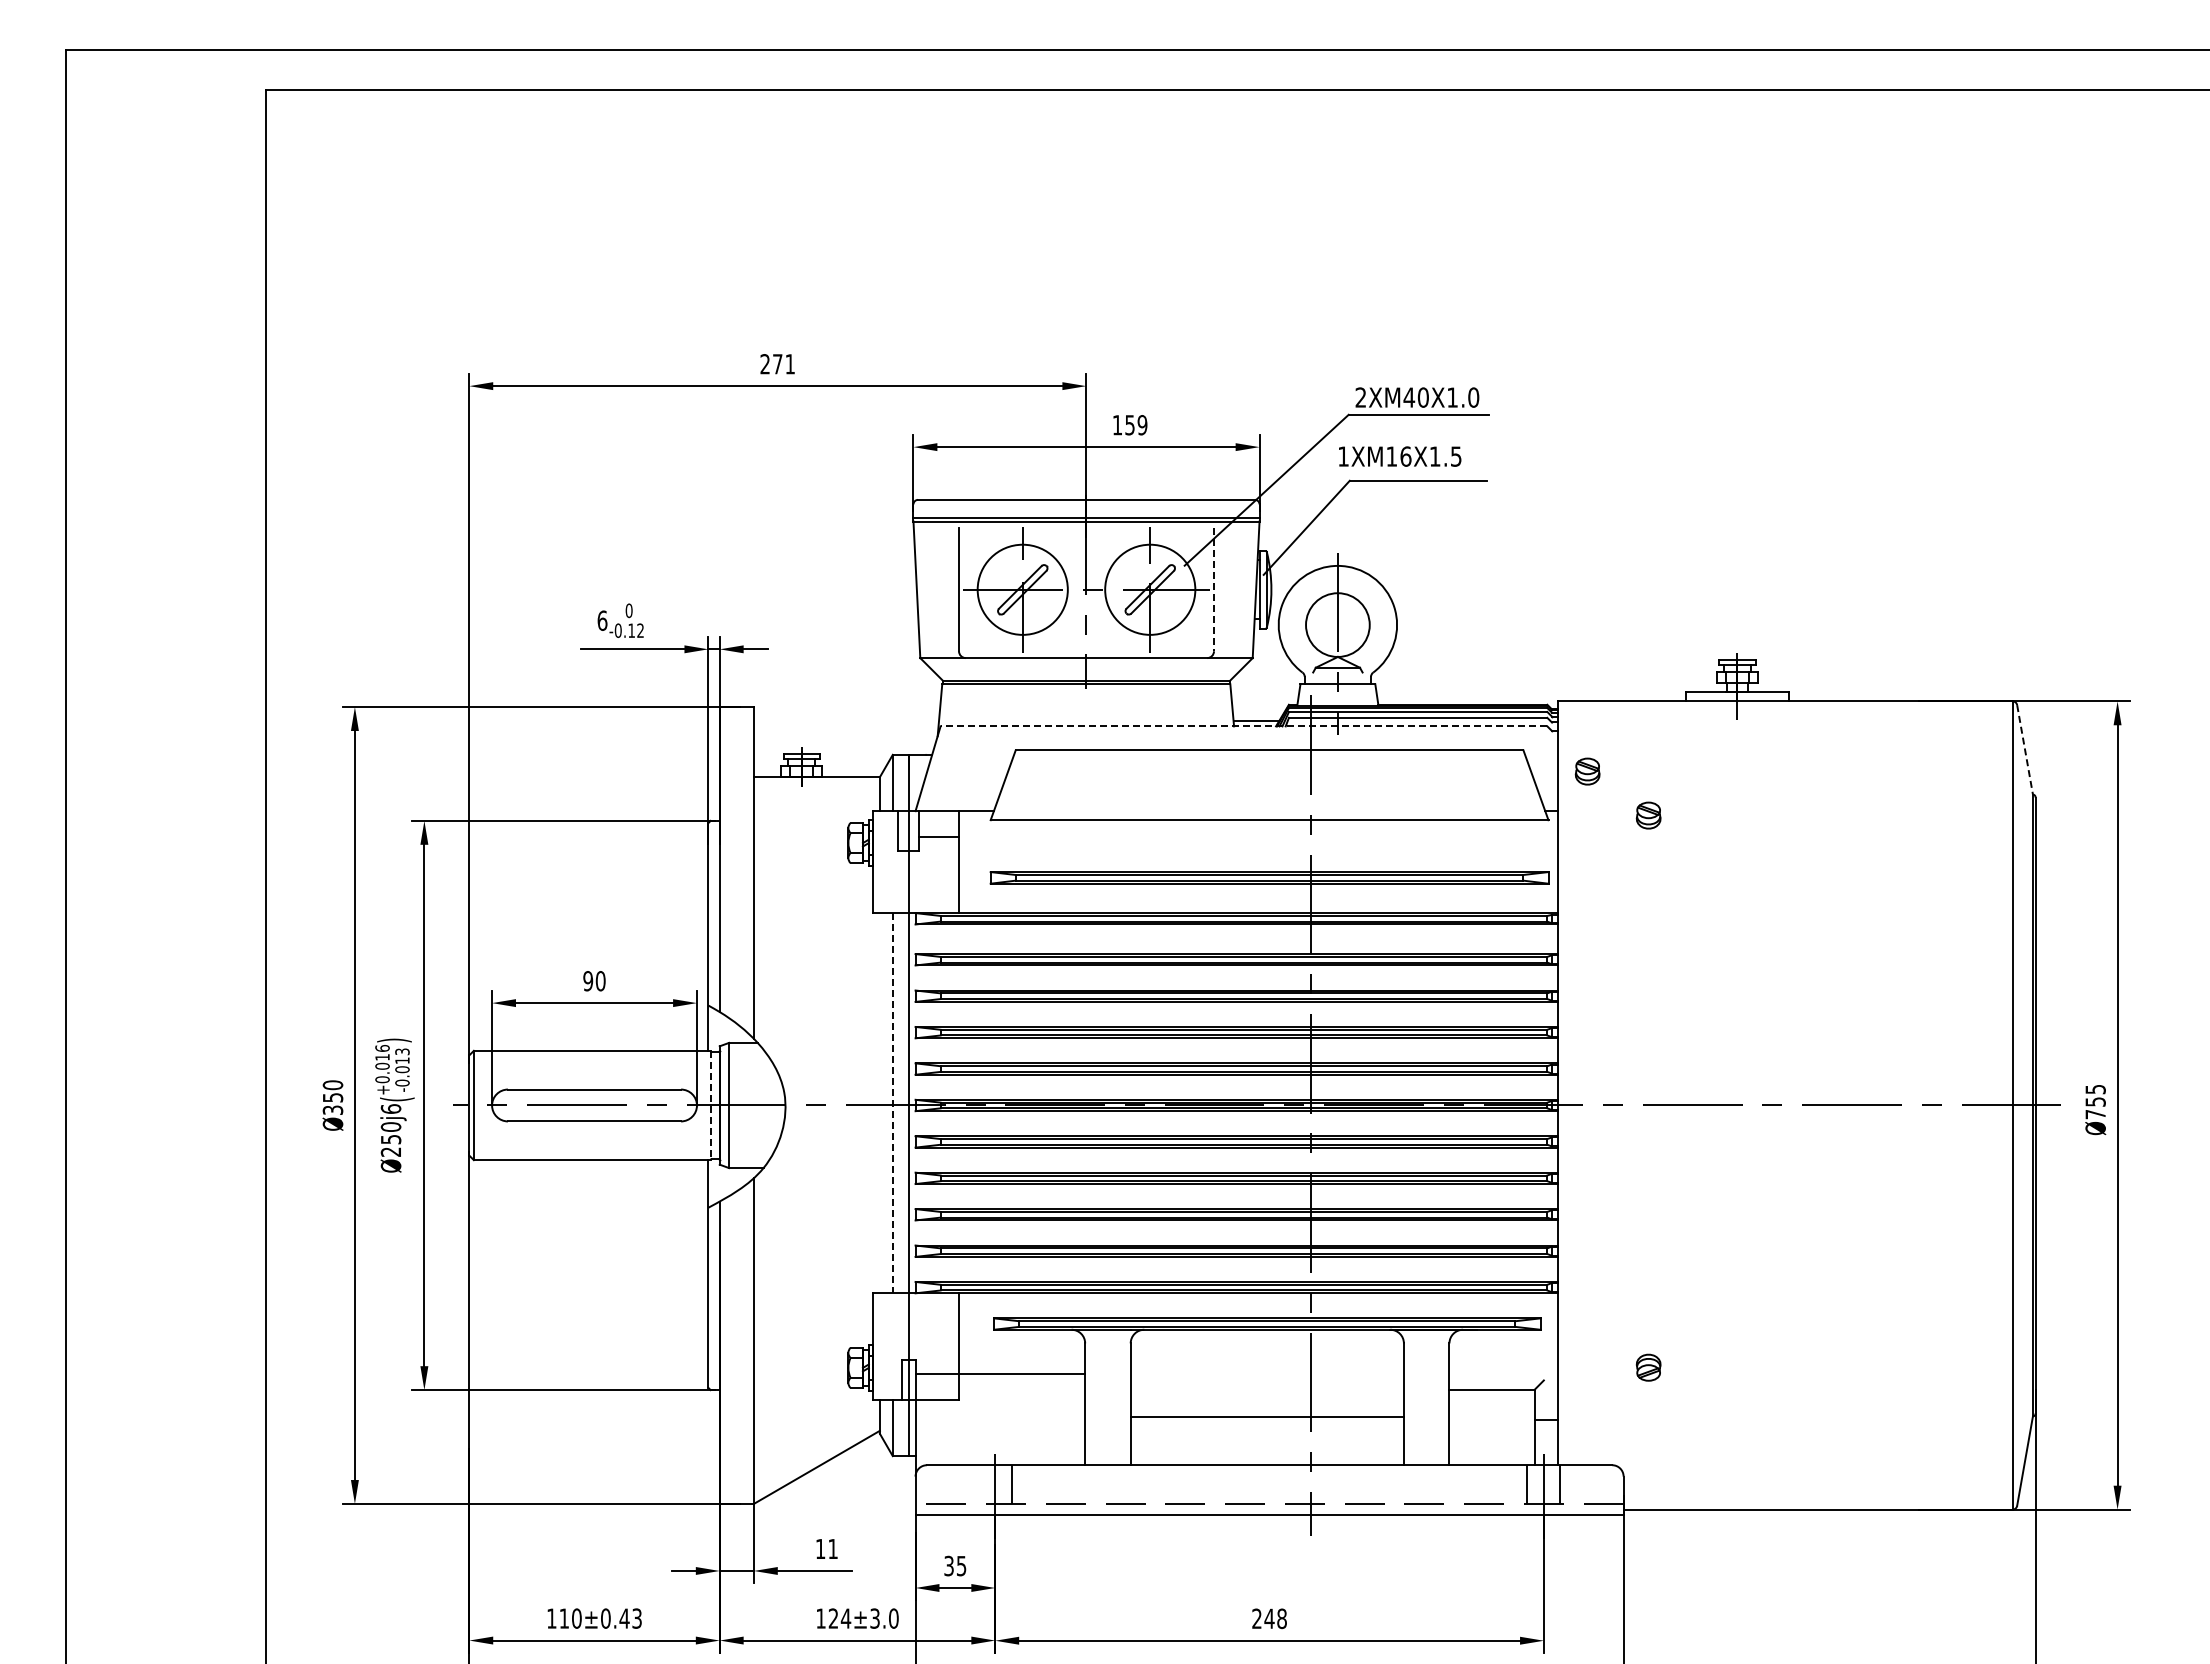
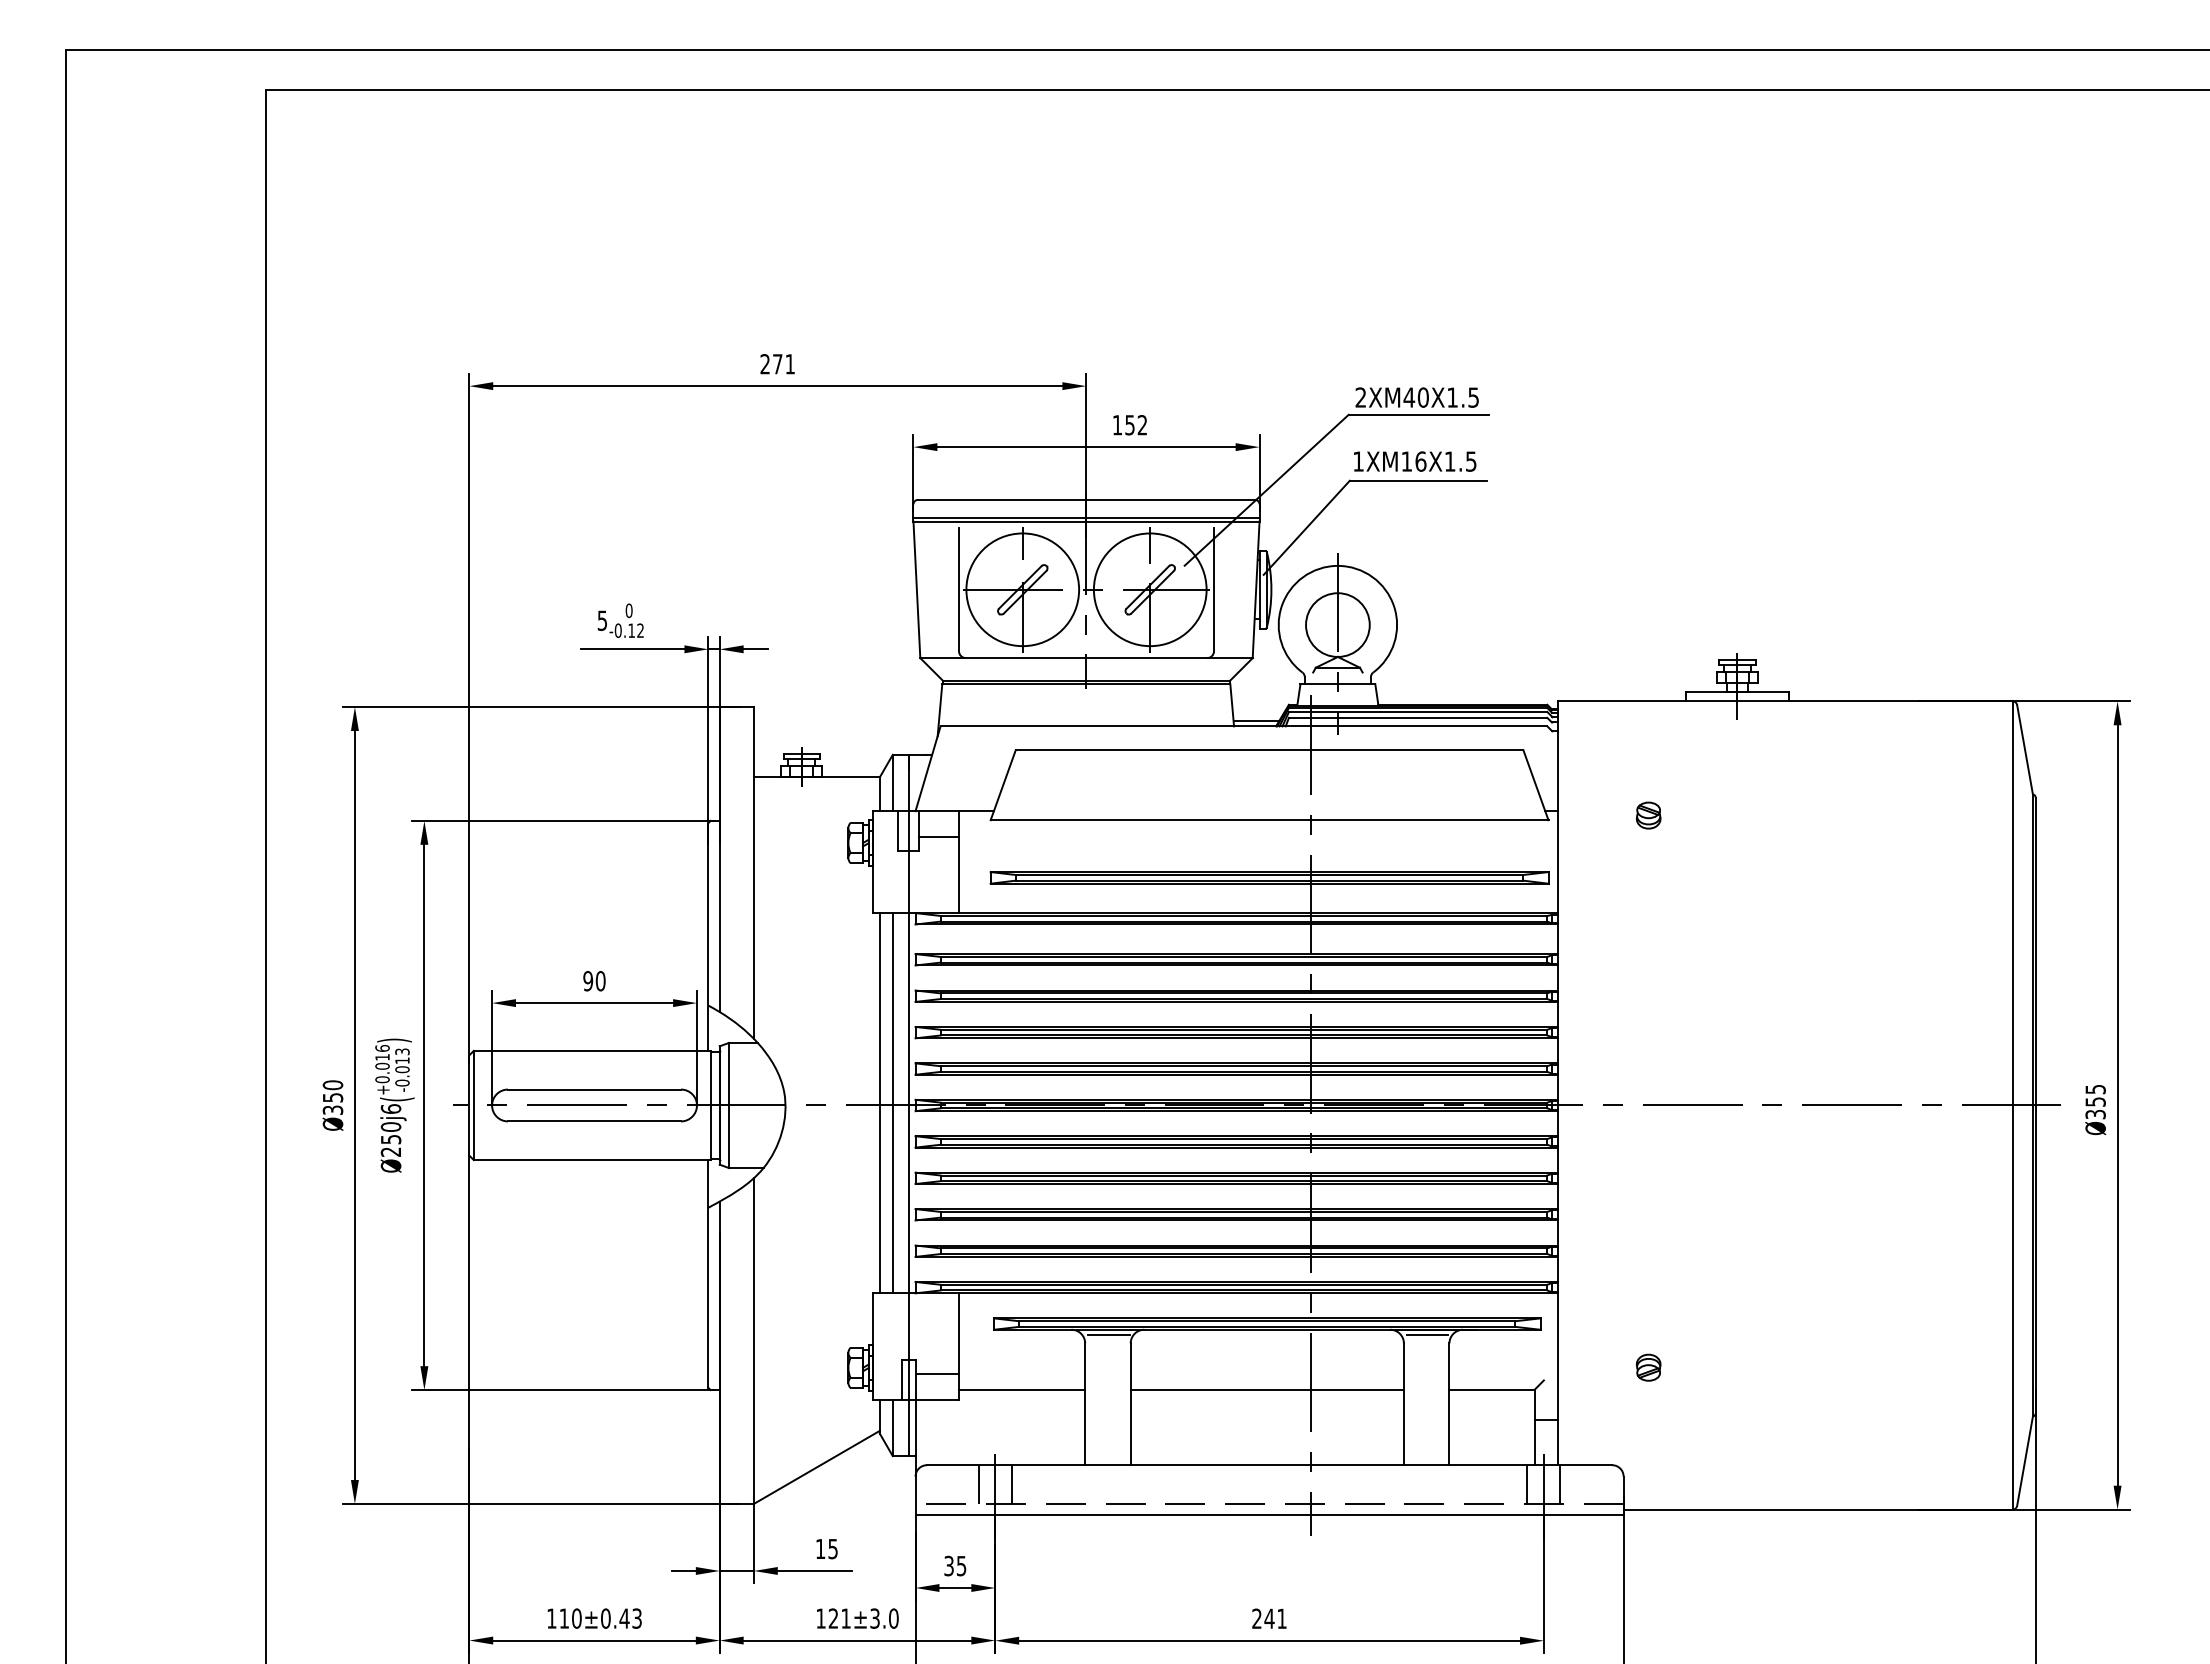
text at (1473, 397): 2XM40X1.0 -> 2XM40X1.5
text at (1142, 425): 159 -> 152
text at (1400, 456) position: (1400, 456) -> (1415, 461)
circle at (1022, 589) diameter: 90 px -> 113 px
circle at (1150, 589) diameter: 90 px -> 113 px
line at (1214, 590): dashed -> solid
text at (602, 620): 6 -> 5
line at (1243, 726): dashed -> solid
line at (2025, 750): dashed -> solid
part at (1587, 771): present -> none
line at (879, 1103): none -> present
line at (892, 1103): dashed -> solid
line at (710, 1105): dashed -> solid
text at (2095, 1114): Ø755 -> Ø355
line at (1108, 1334): none -> present
line at (1427, 1334): none -> present
line at (1021, 1373) position: (1021, 1373) -> (1021, 1389)
line at (1266, 1416) position: (1266, 1416) -> (1266, 1389)
line at (978, 1484): none -> present
text at (832, 1549): 11 -> 15
text at (845, 1618): 124 -> 121
text at (1281, 1618): 248 -> 241
